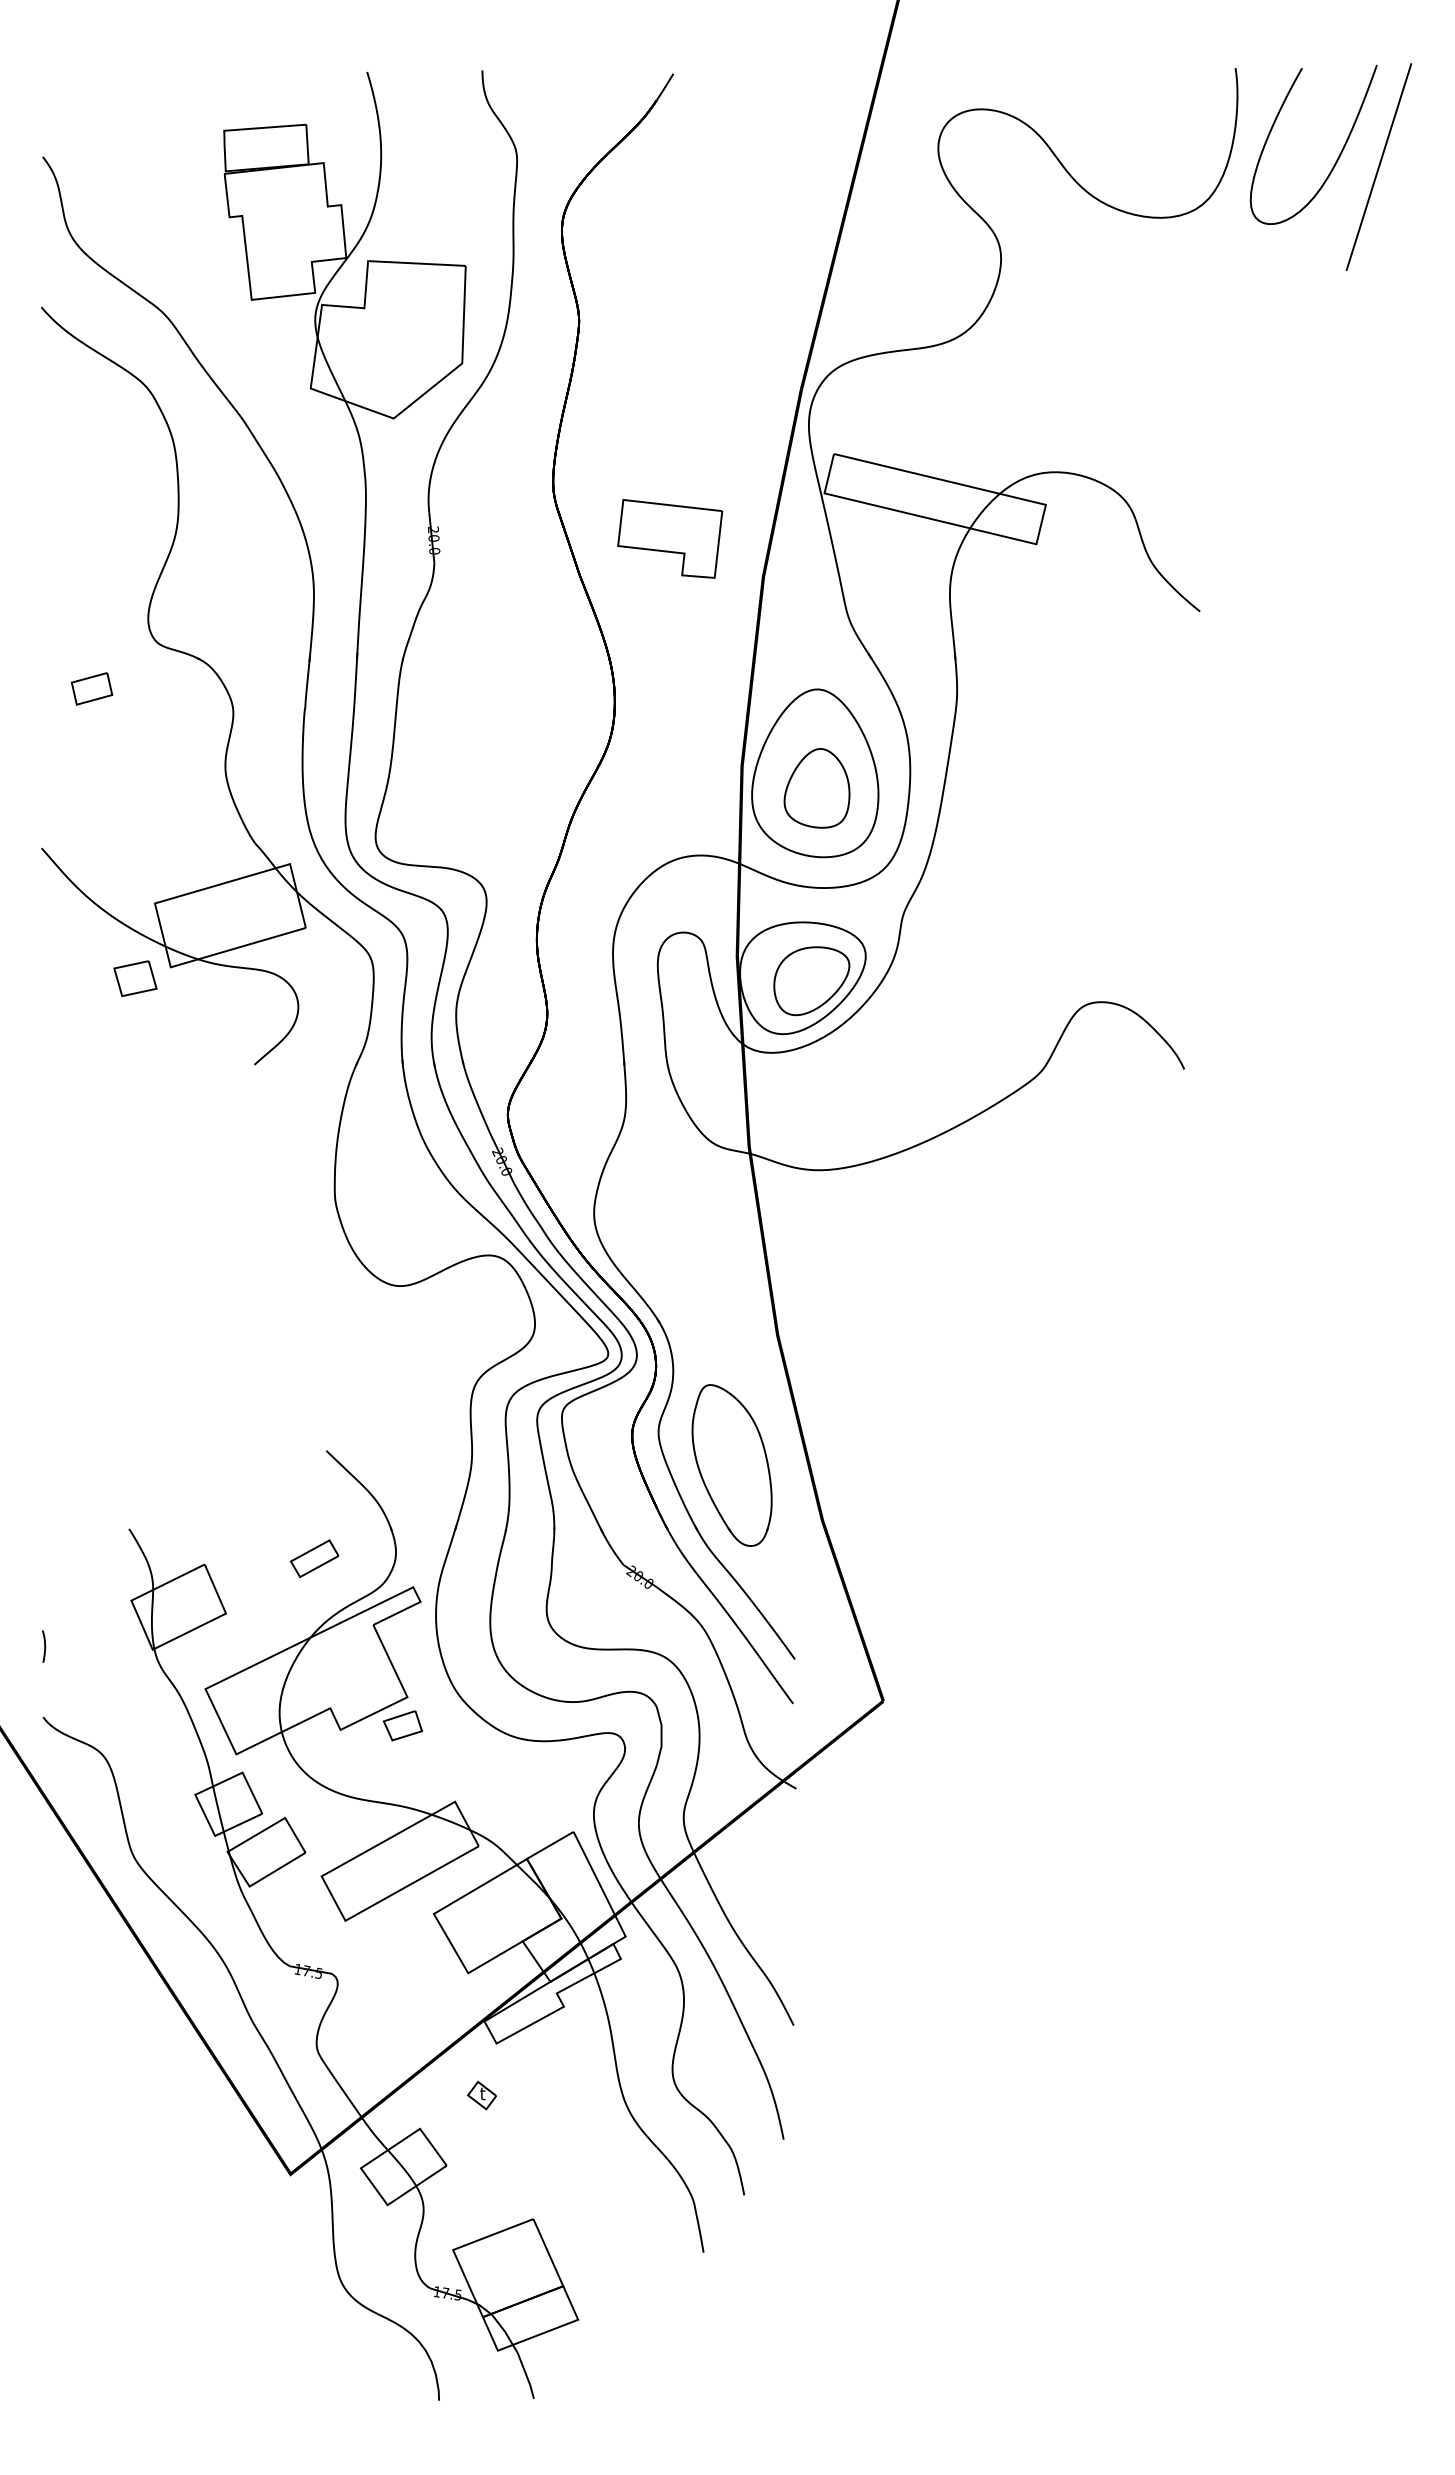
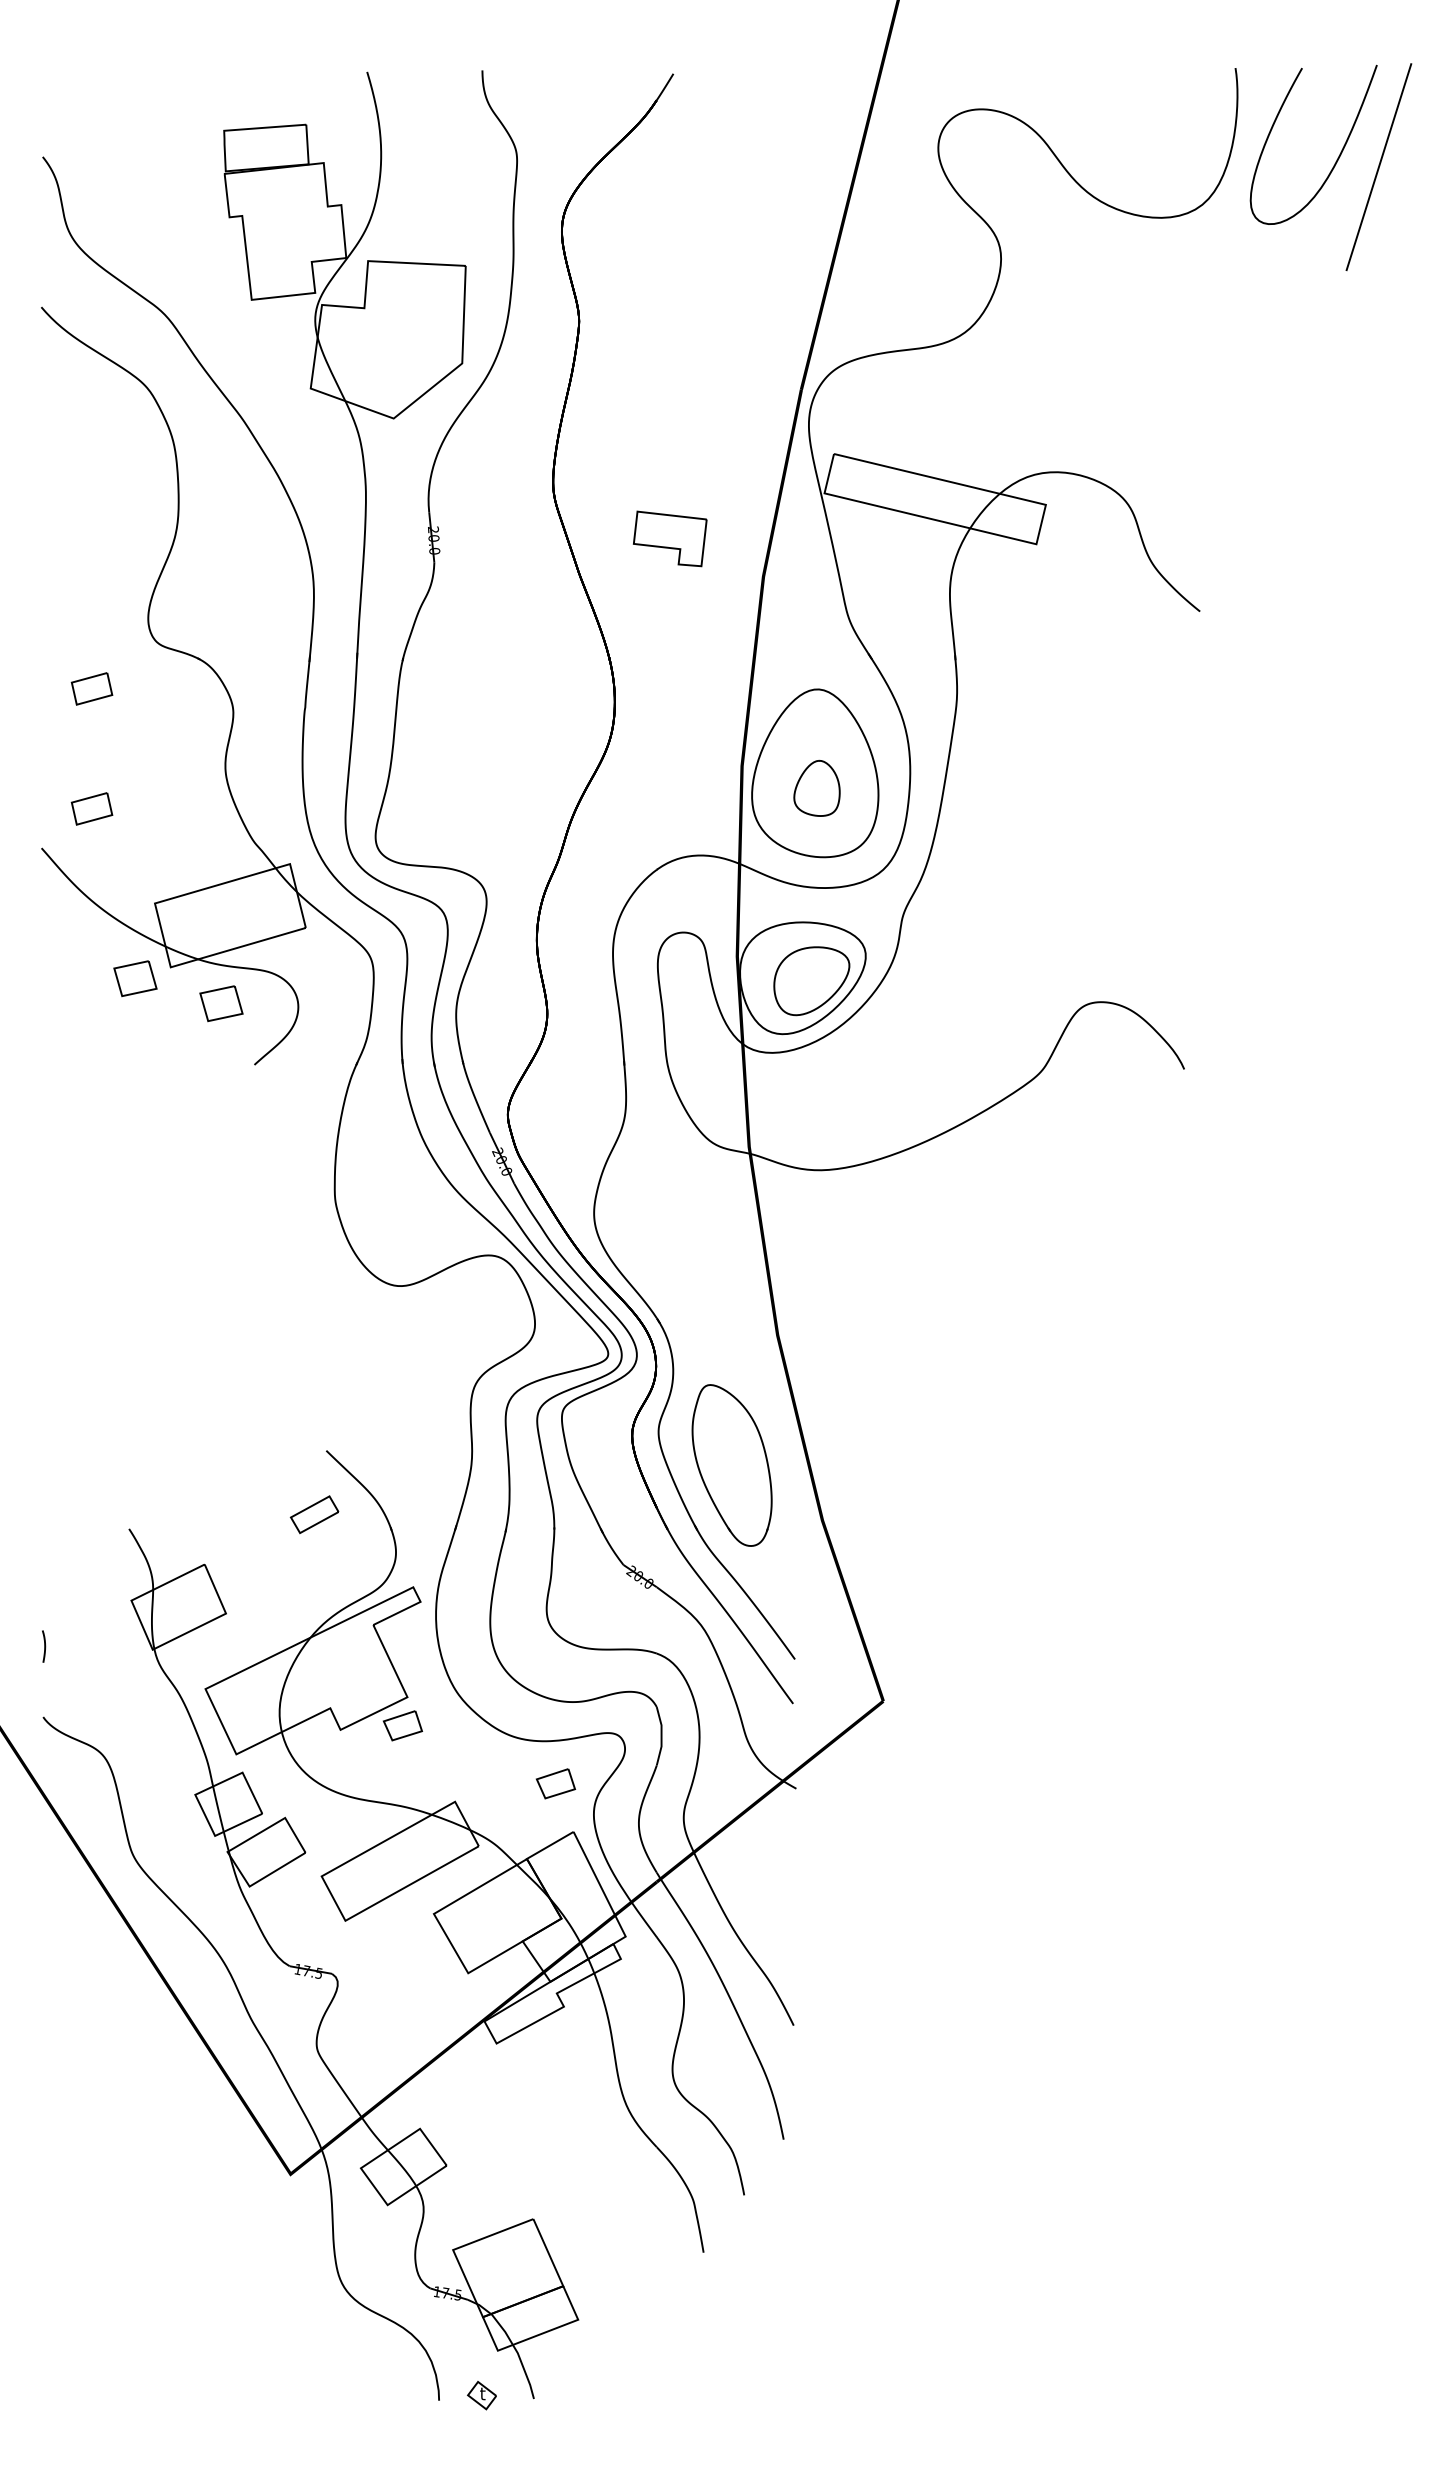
part at (670, 538) size: 107x80 px -> 76x58 px
part at (816, 788) size: 68x81 px -> 48x58 px
part at (91, 808): none -> present
part at (221, 1003): none -> present
part at (314, 1558) position: (314, 1558) -> (314, 1514)
part at (555, 1783): none -> present
part at (481, 2095) position: (481, 2095) -> (481, 2395)
